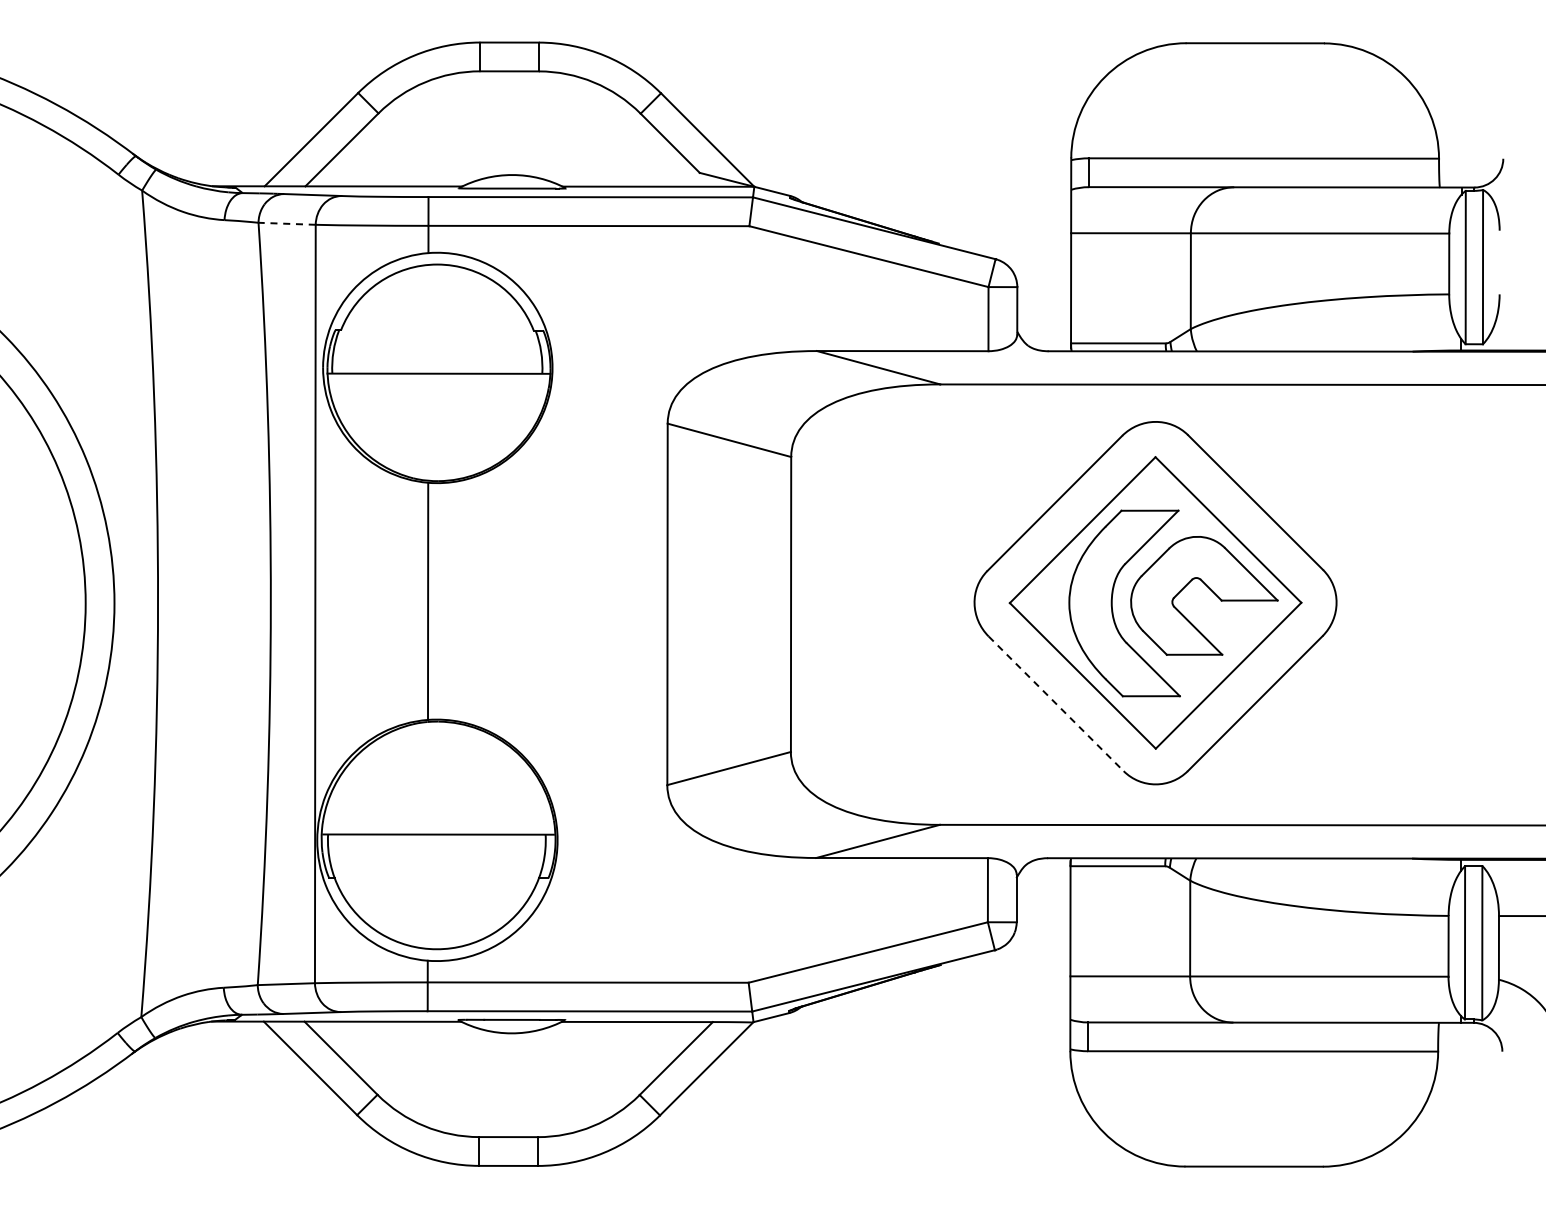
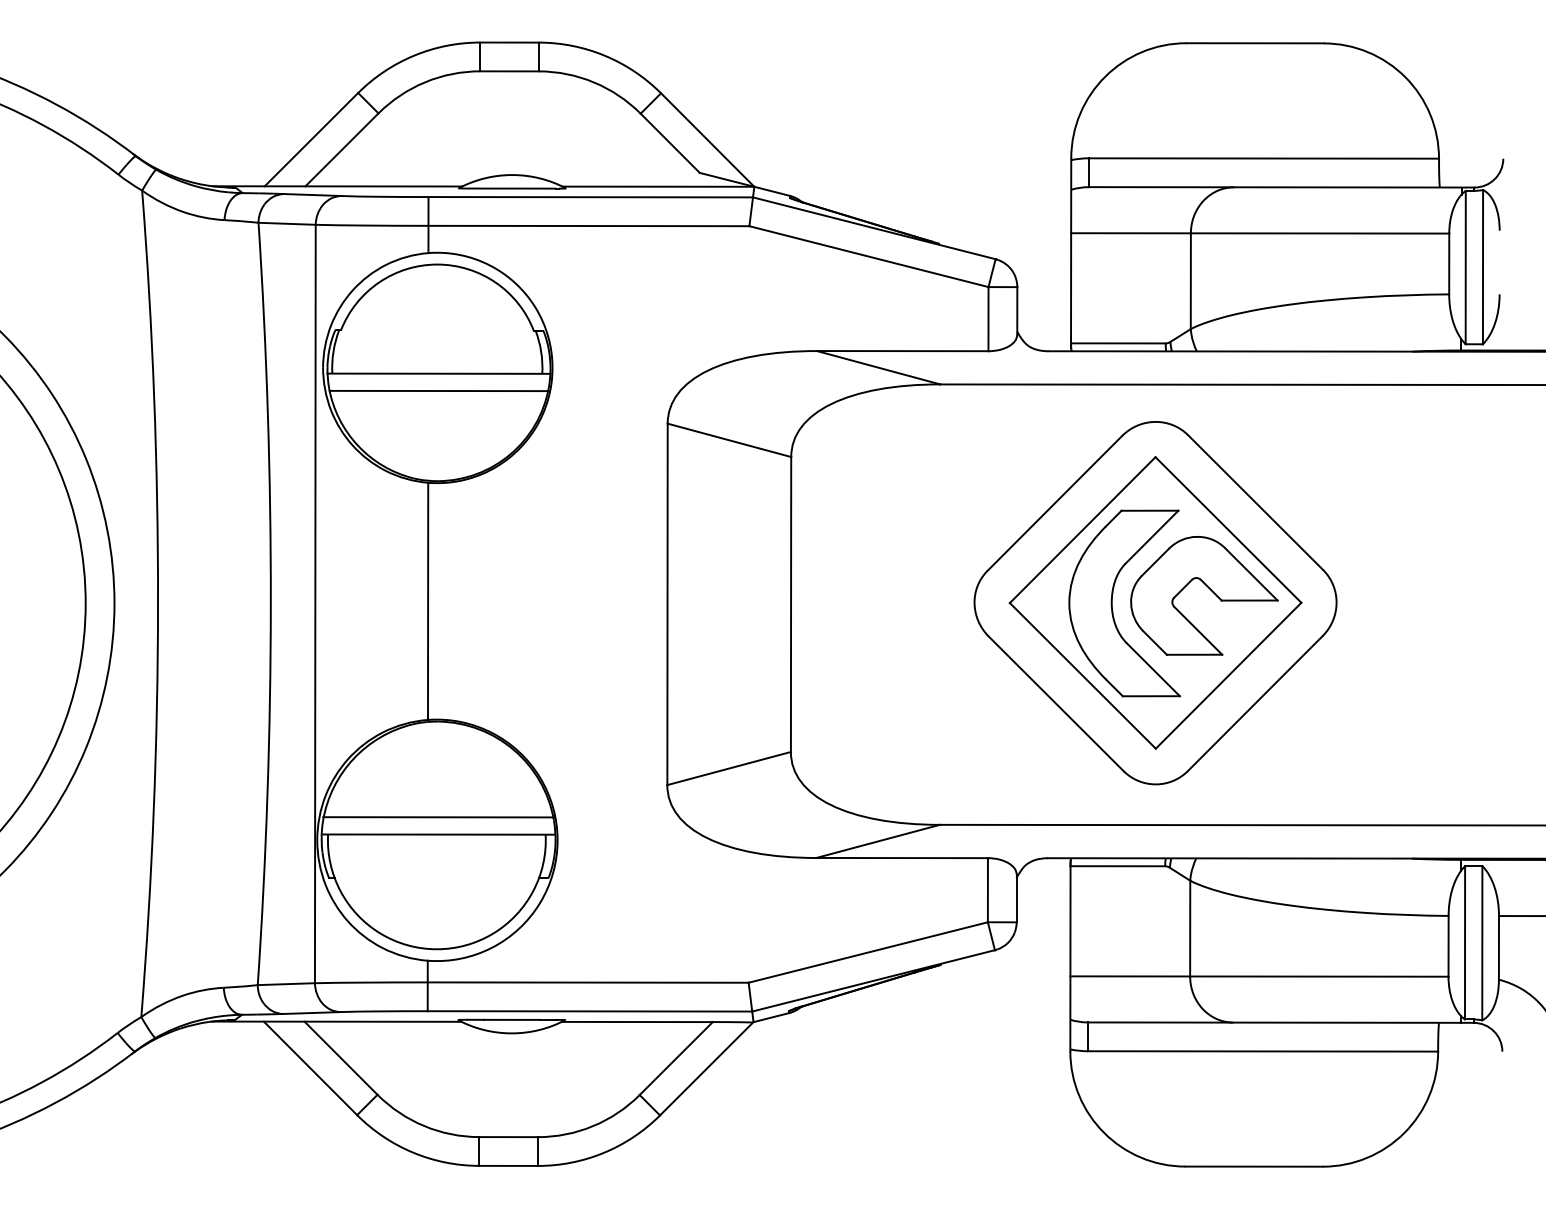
line at (287, 223): dashed -> solid
line at (438, 390): none -> present
line at (1056, 704): dashed -> solid
line at (438, 817): none -> present
